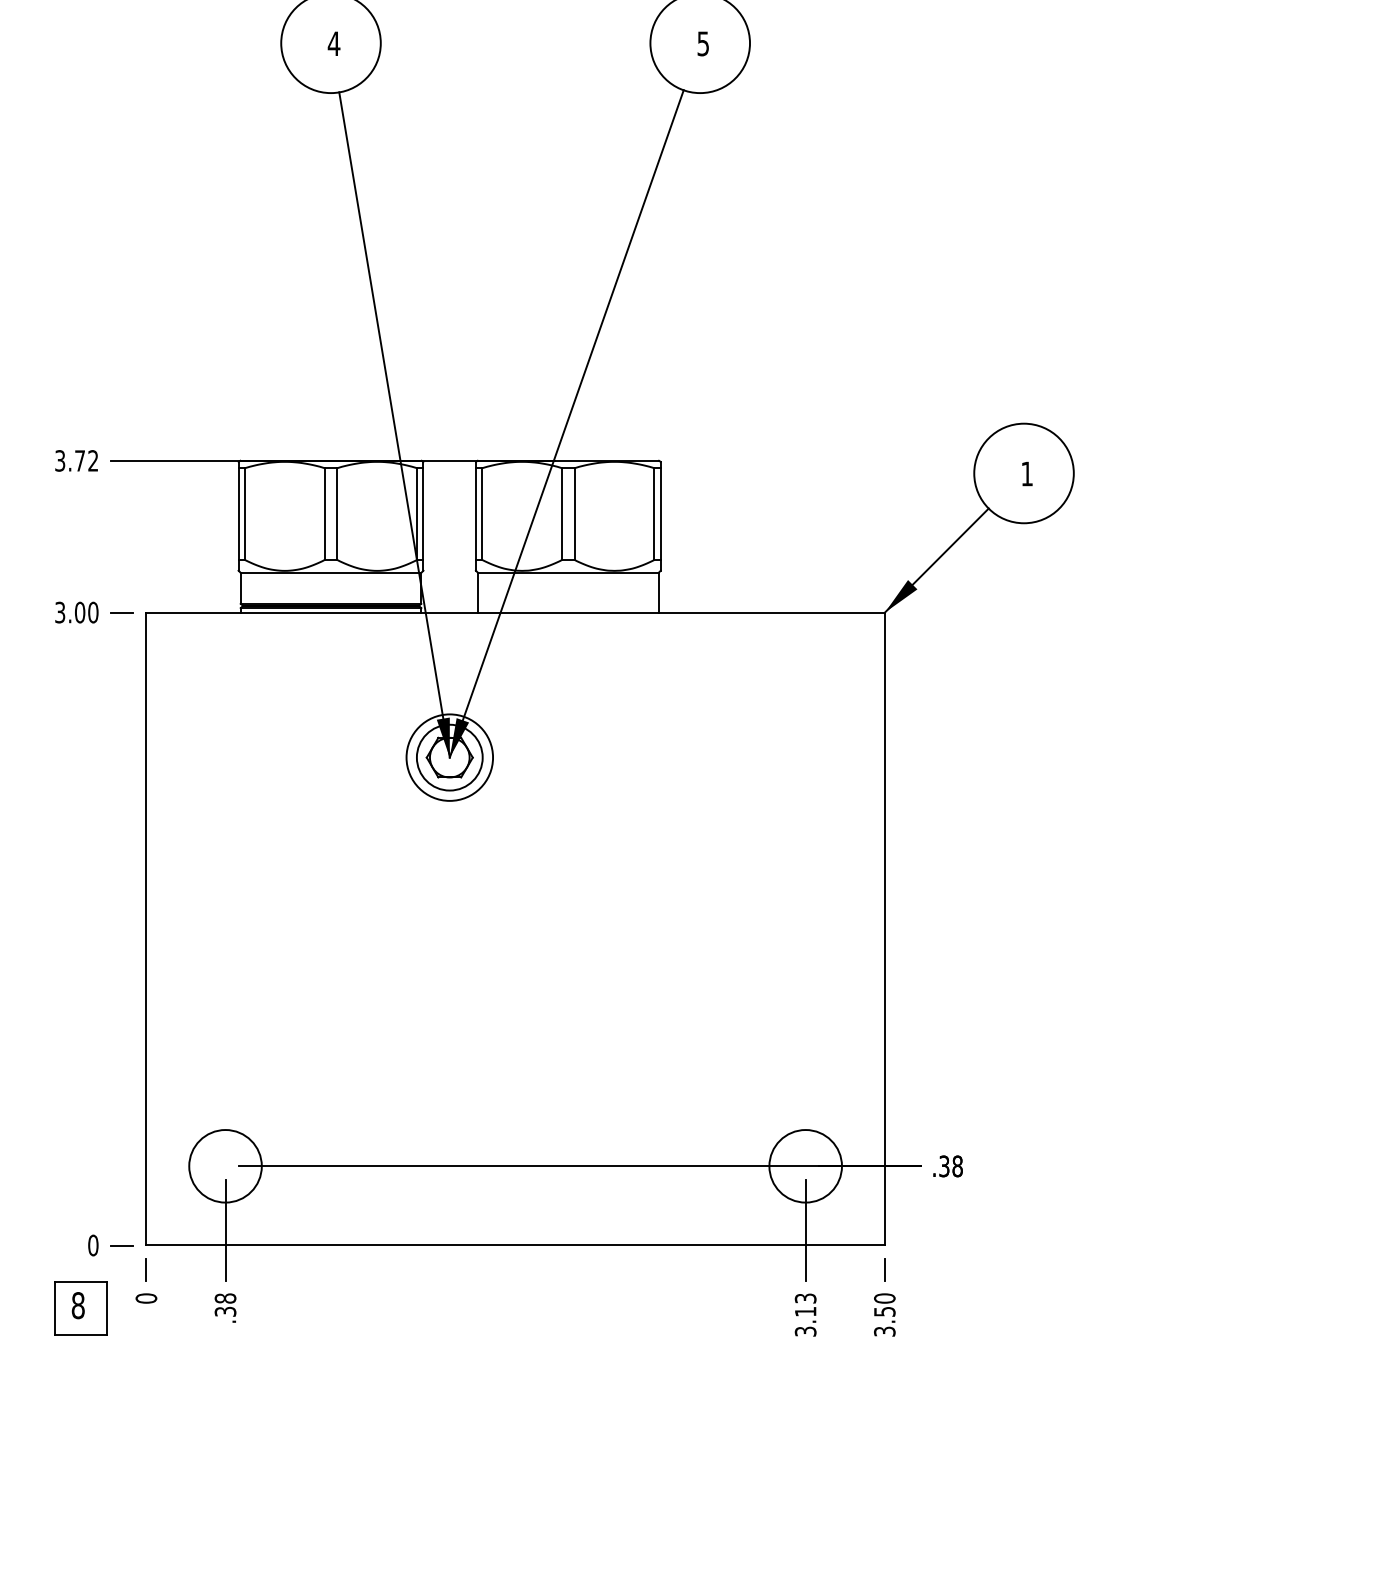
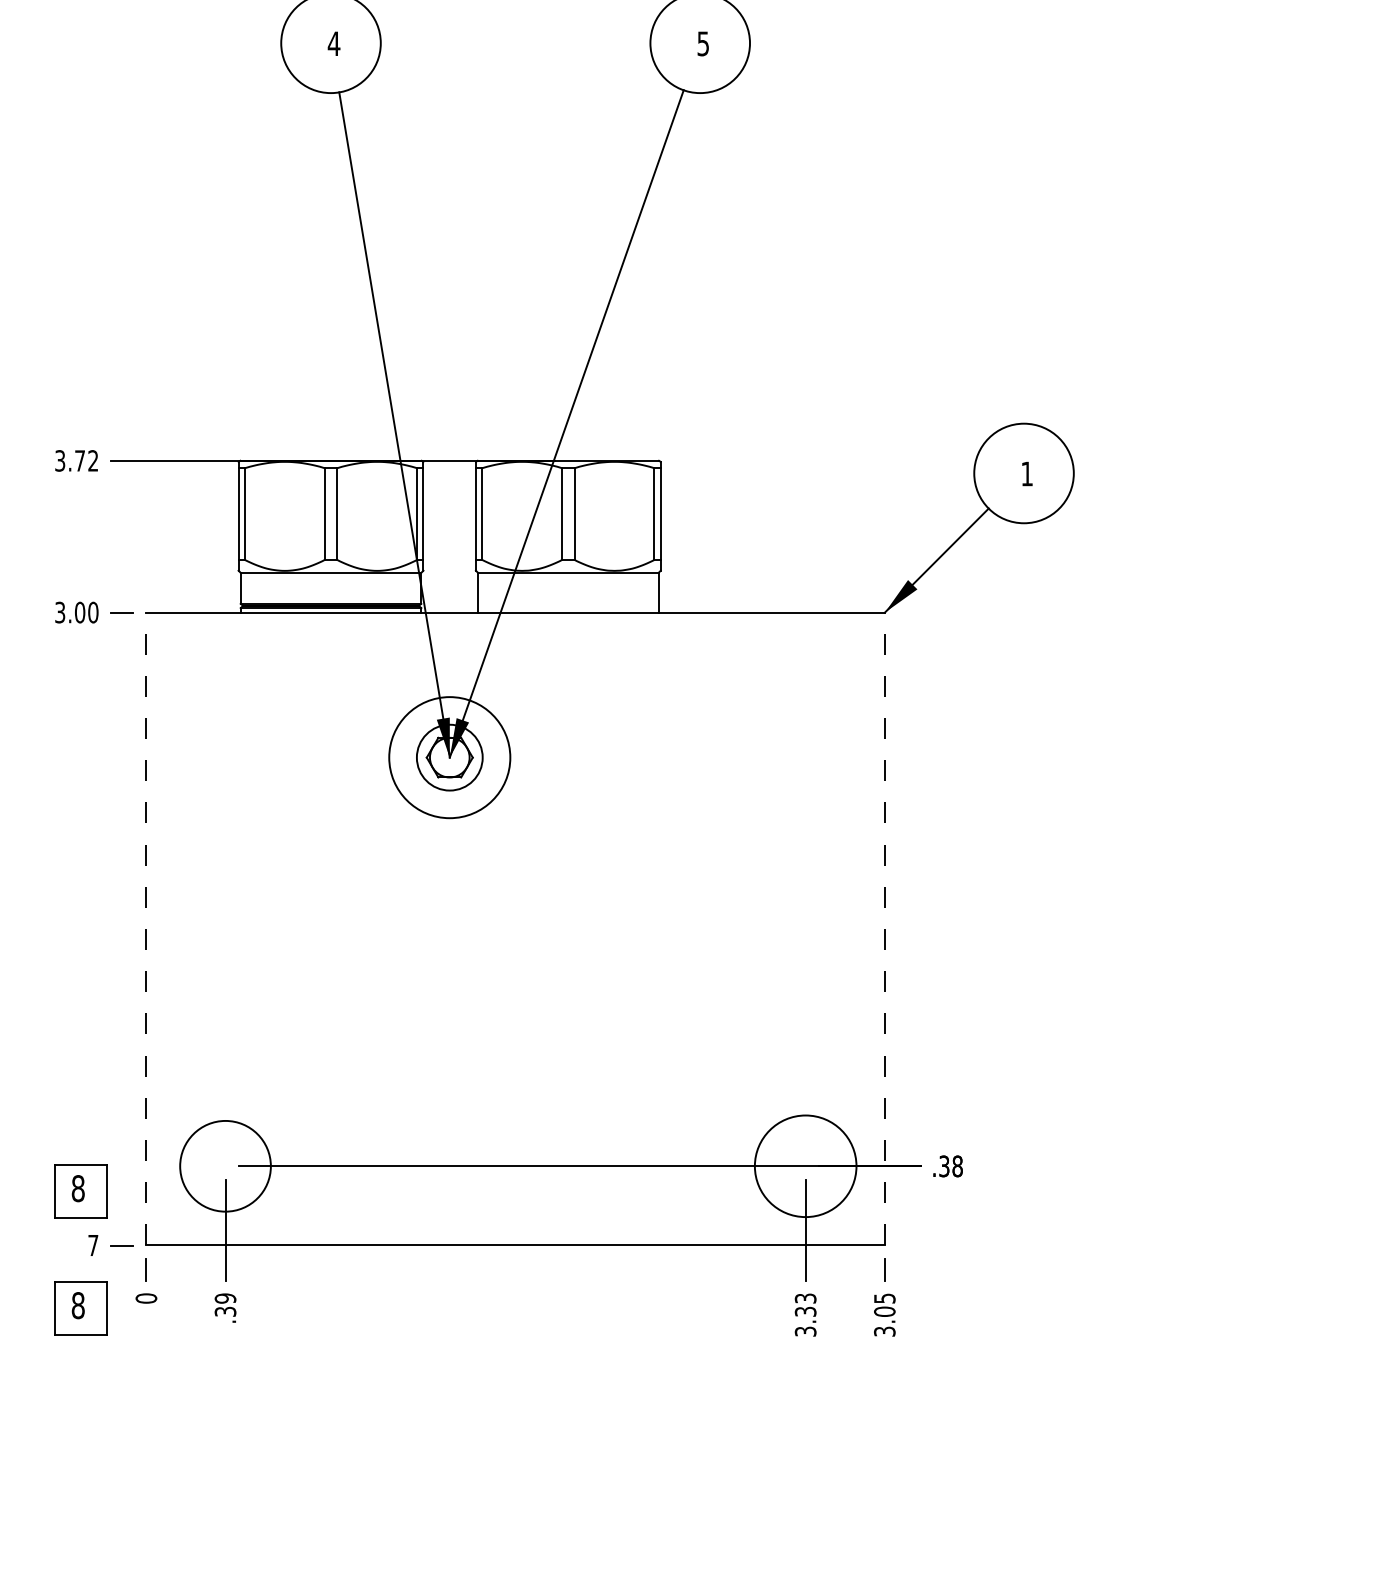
circle at (449, 757) diameter: 86 px -> 121 px
line at (146, 928): solid -> dashed
line at (884, 928): solid -> dashed
circle at (225, 1166) diameter: 73 px -> 91 px
circle at (805, 1166) diameter: 73 px -> 102 px
part at (80, 1191): none -> present
text at (93, 1245): 0 -> 7
text at (225, 1298): .38 -> .39
text at (884, 1304): 3.50 -> 3.05
text at (805, 1311): 3.13 -> 3.33
